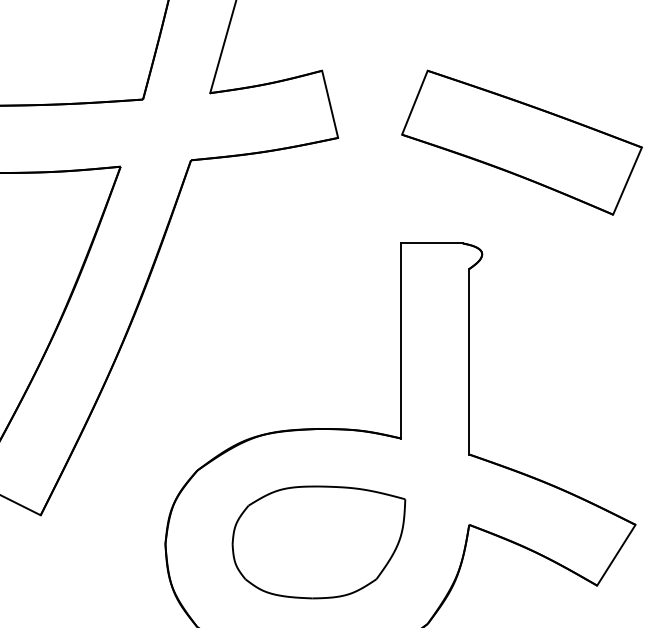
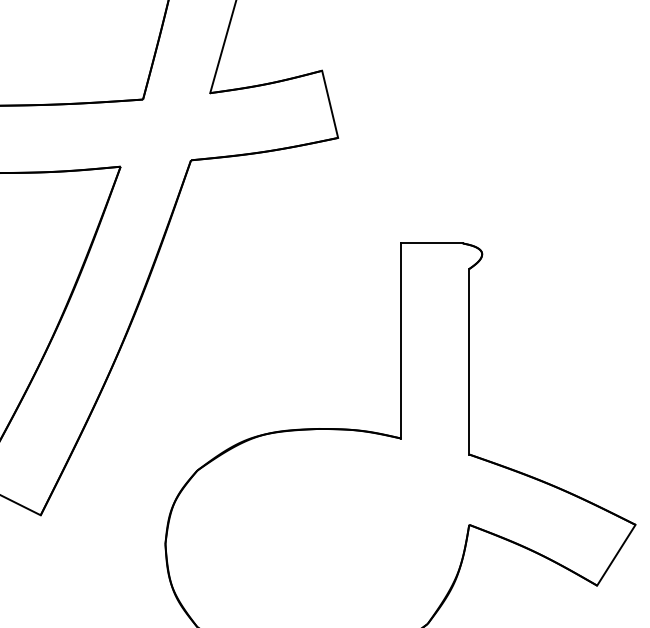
part at (521, 142): present -> none
part at (318, 542): present -> none
